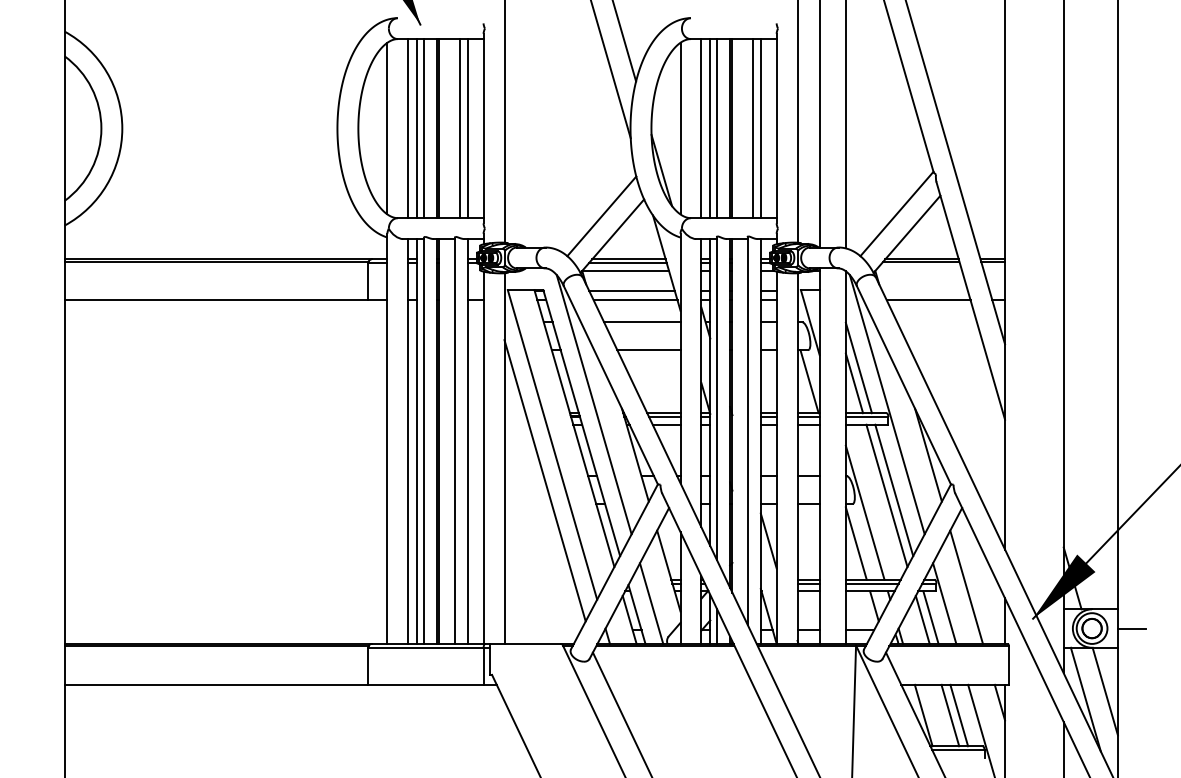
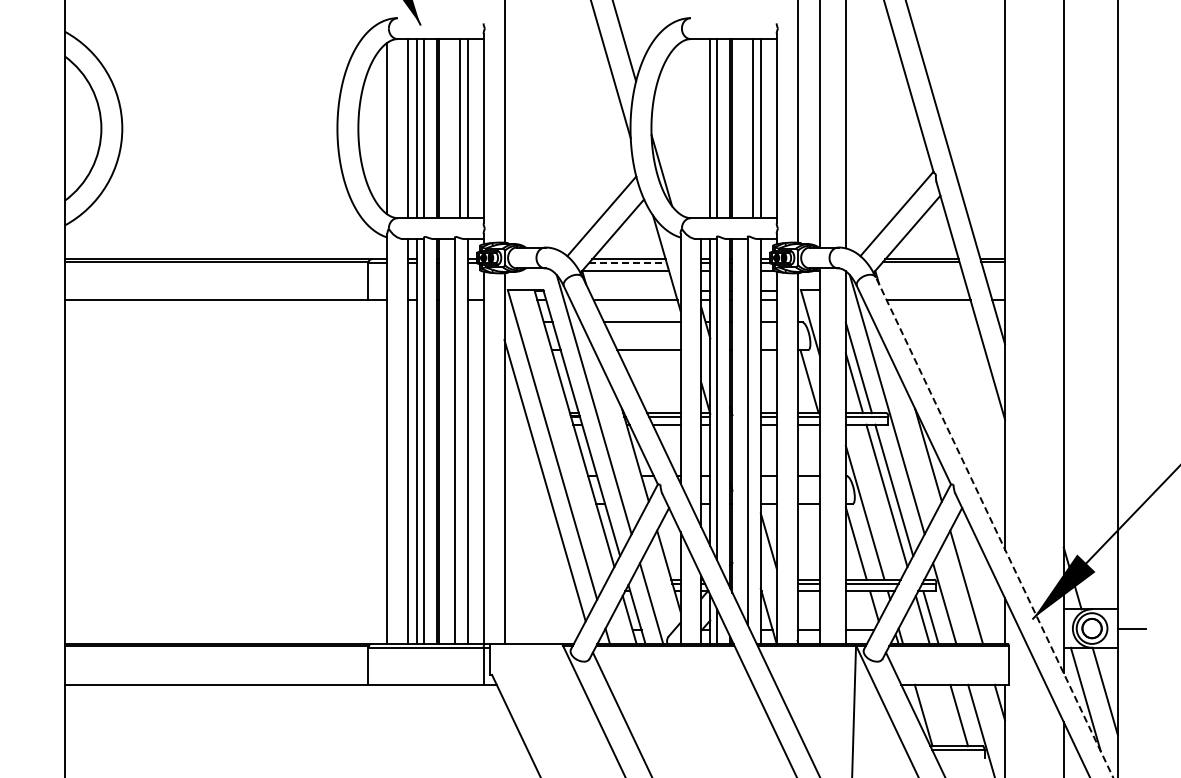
line at (680, 128): present -> none
line at (701, 128): present -> none
line at (627, 263): solid -> dashed
line at (631, 291): present -> none
line at (994, 527): solid -> dashed
line at (950, 715): present -> none
